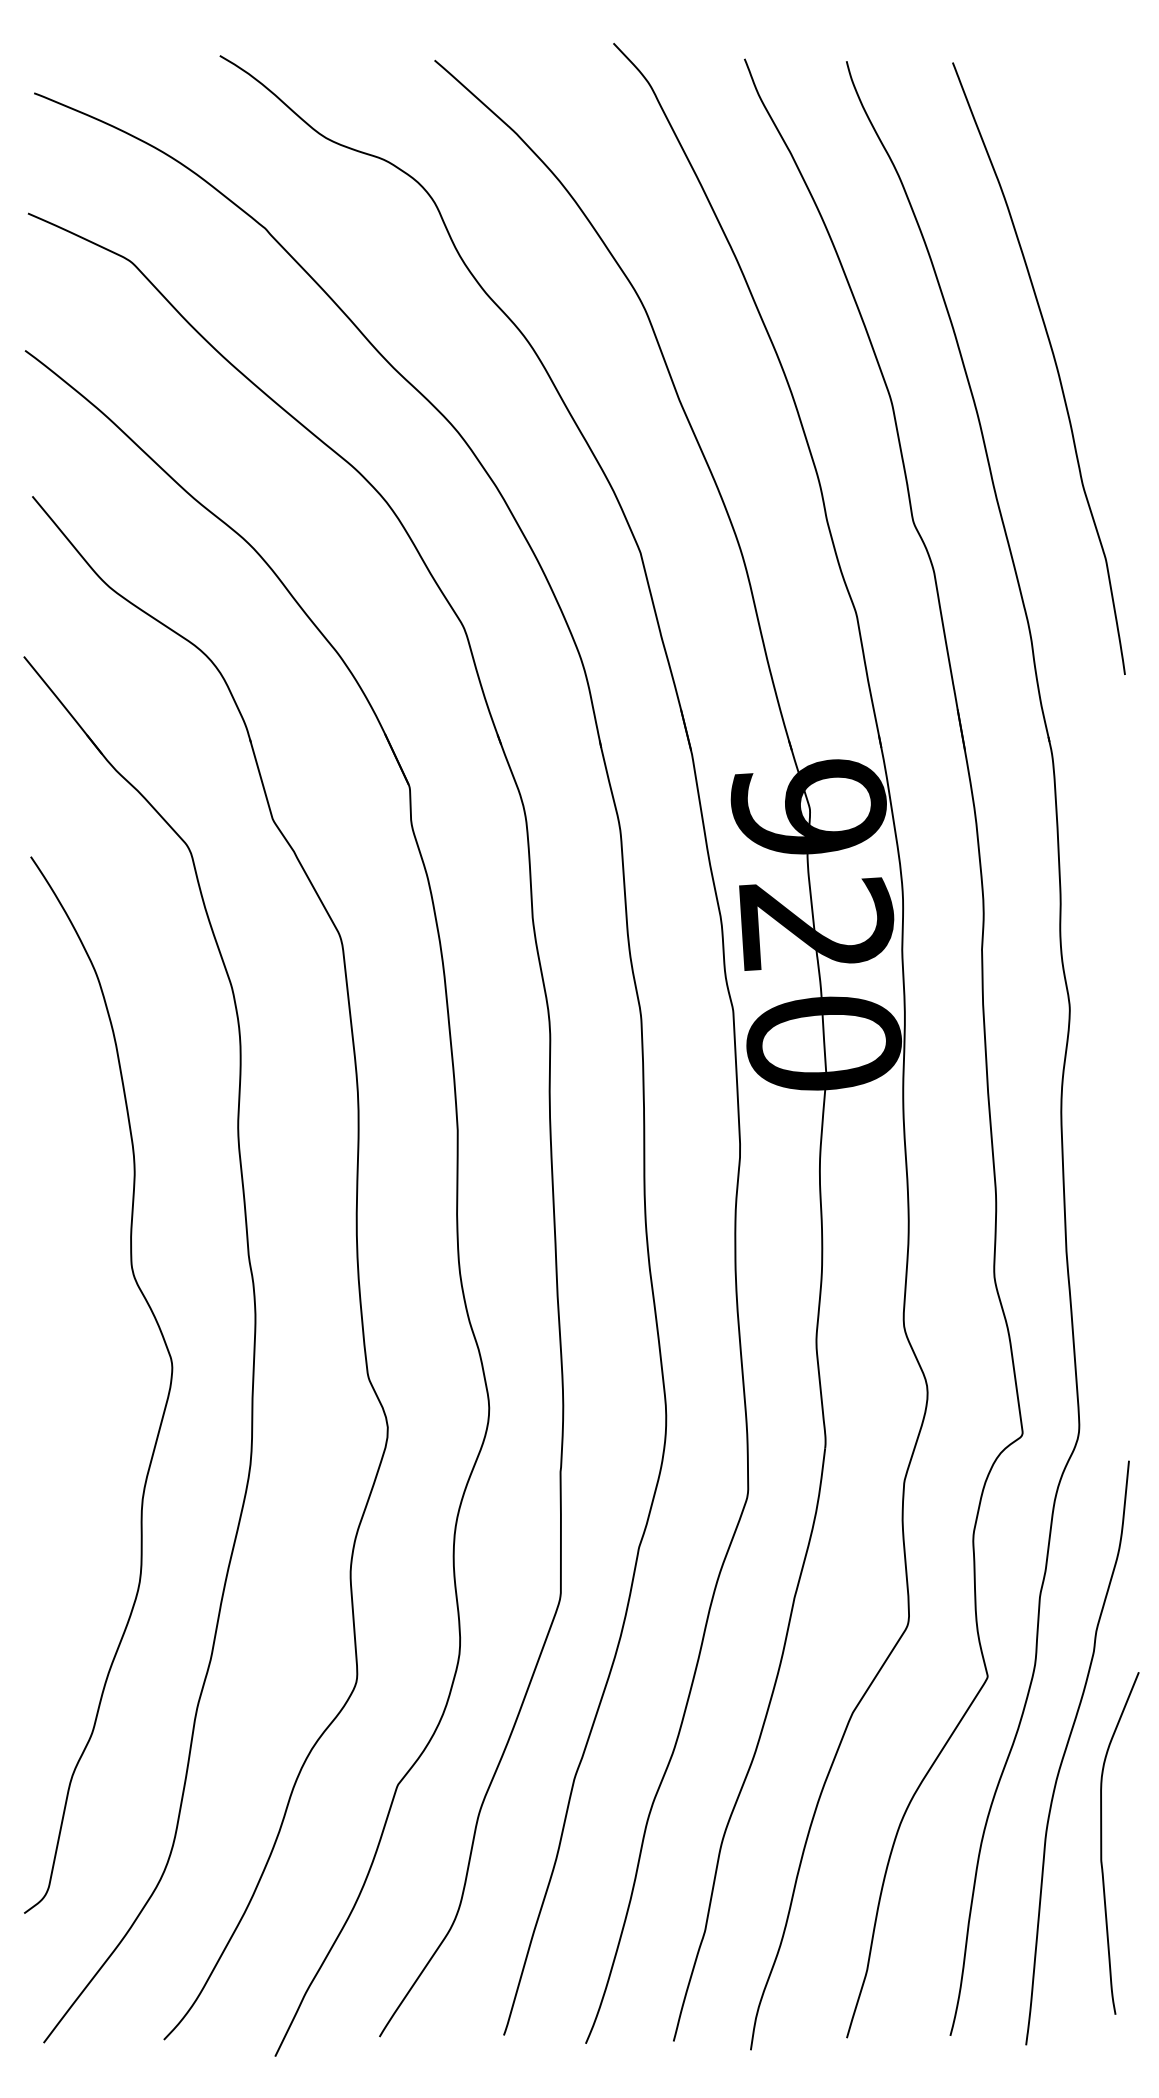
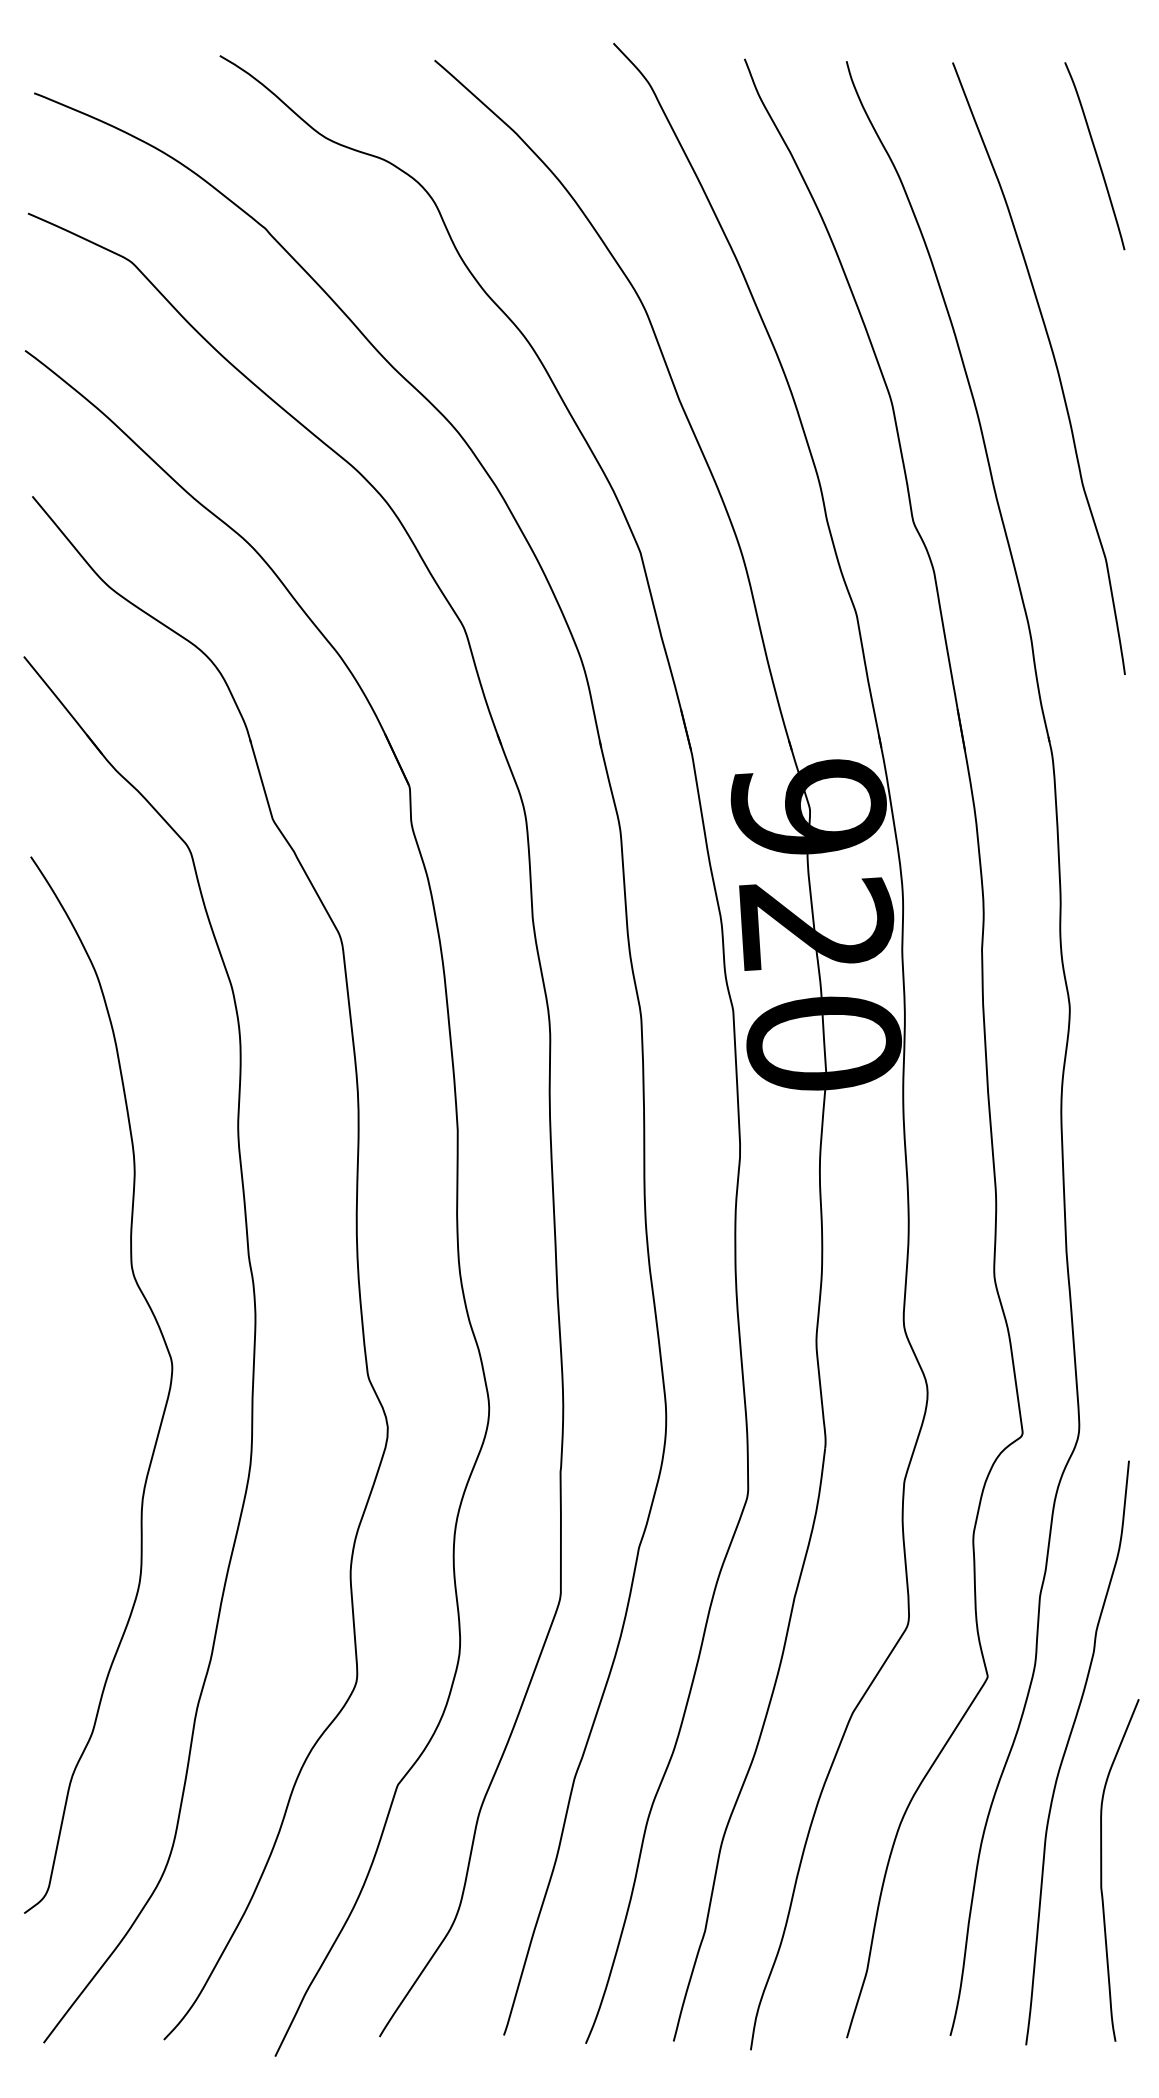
curve at (1096, 156): none -> present
curve at (1102, 1843) position: (1102, 1843) -> (1102, 1870)
